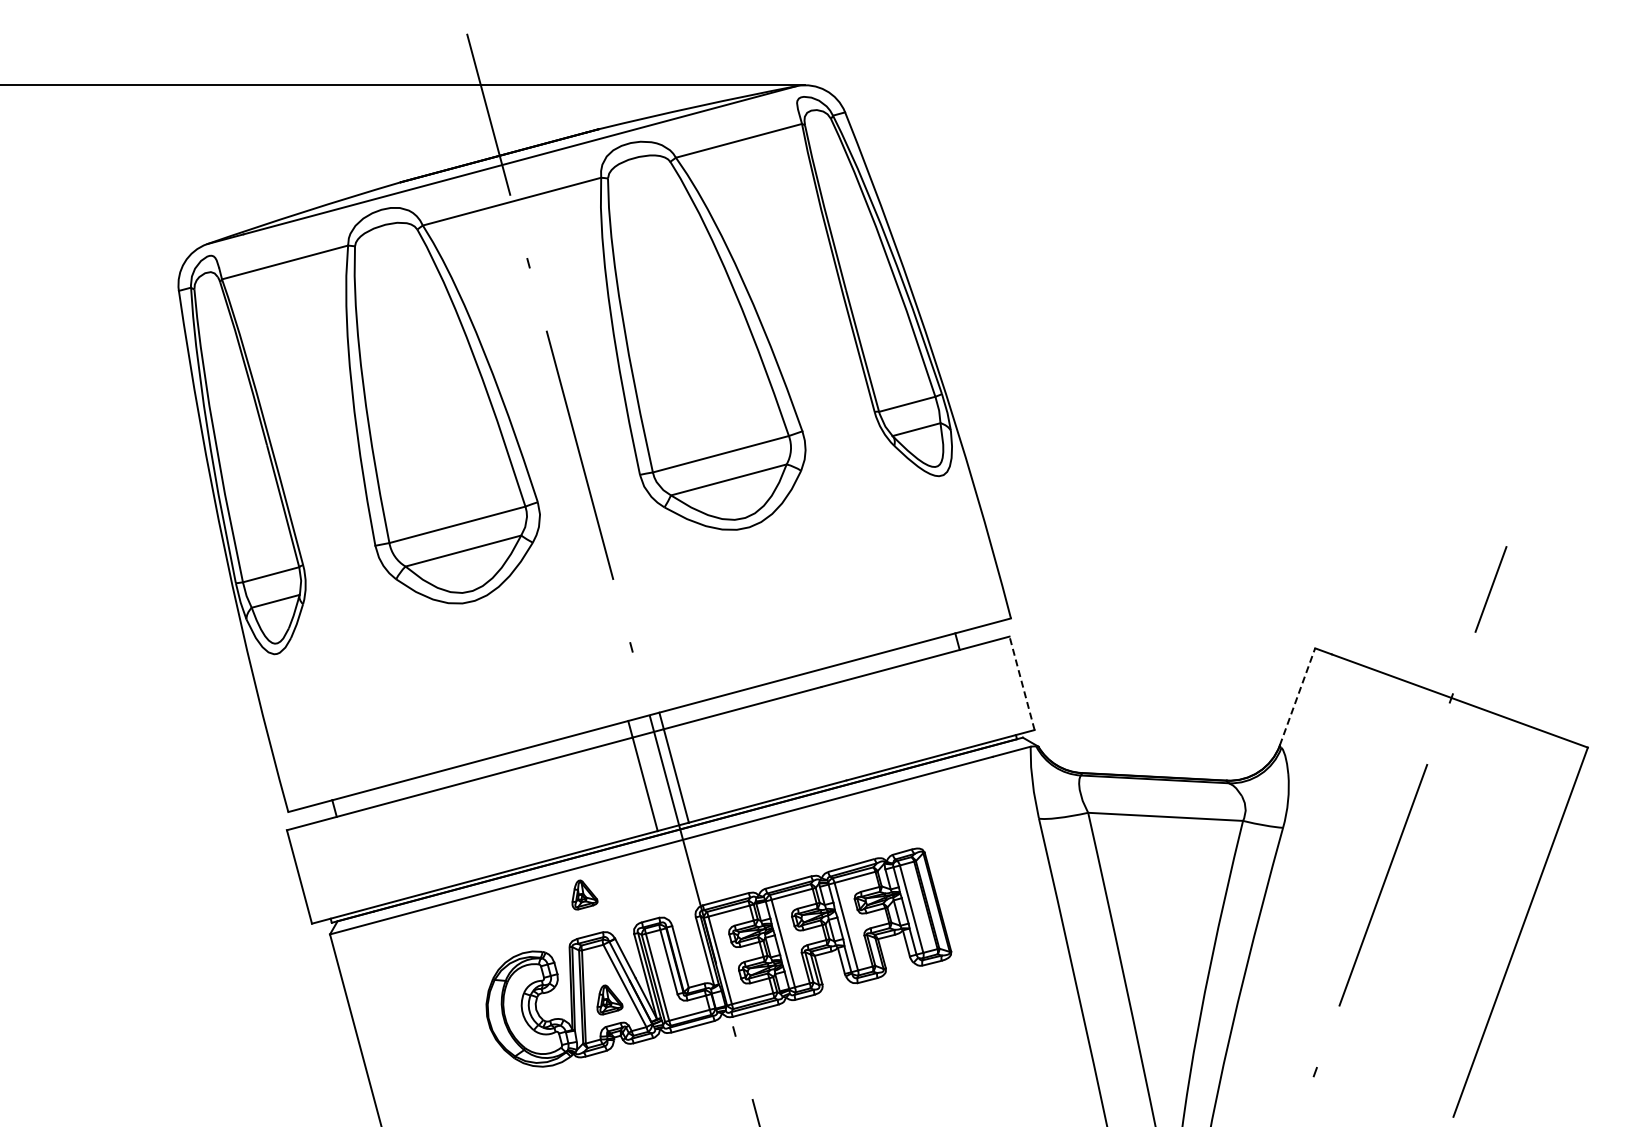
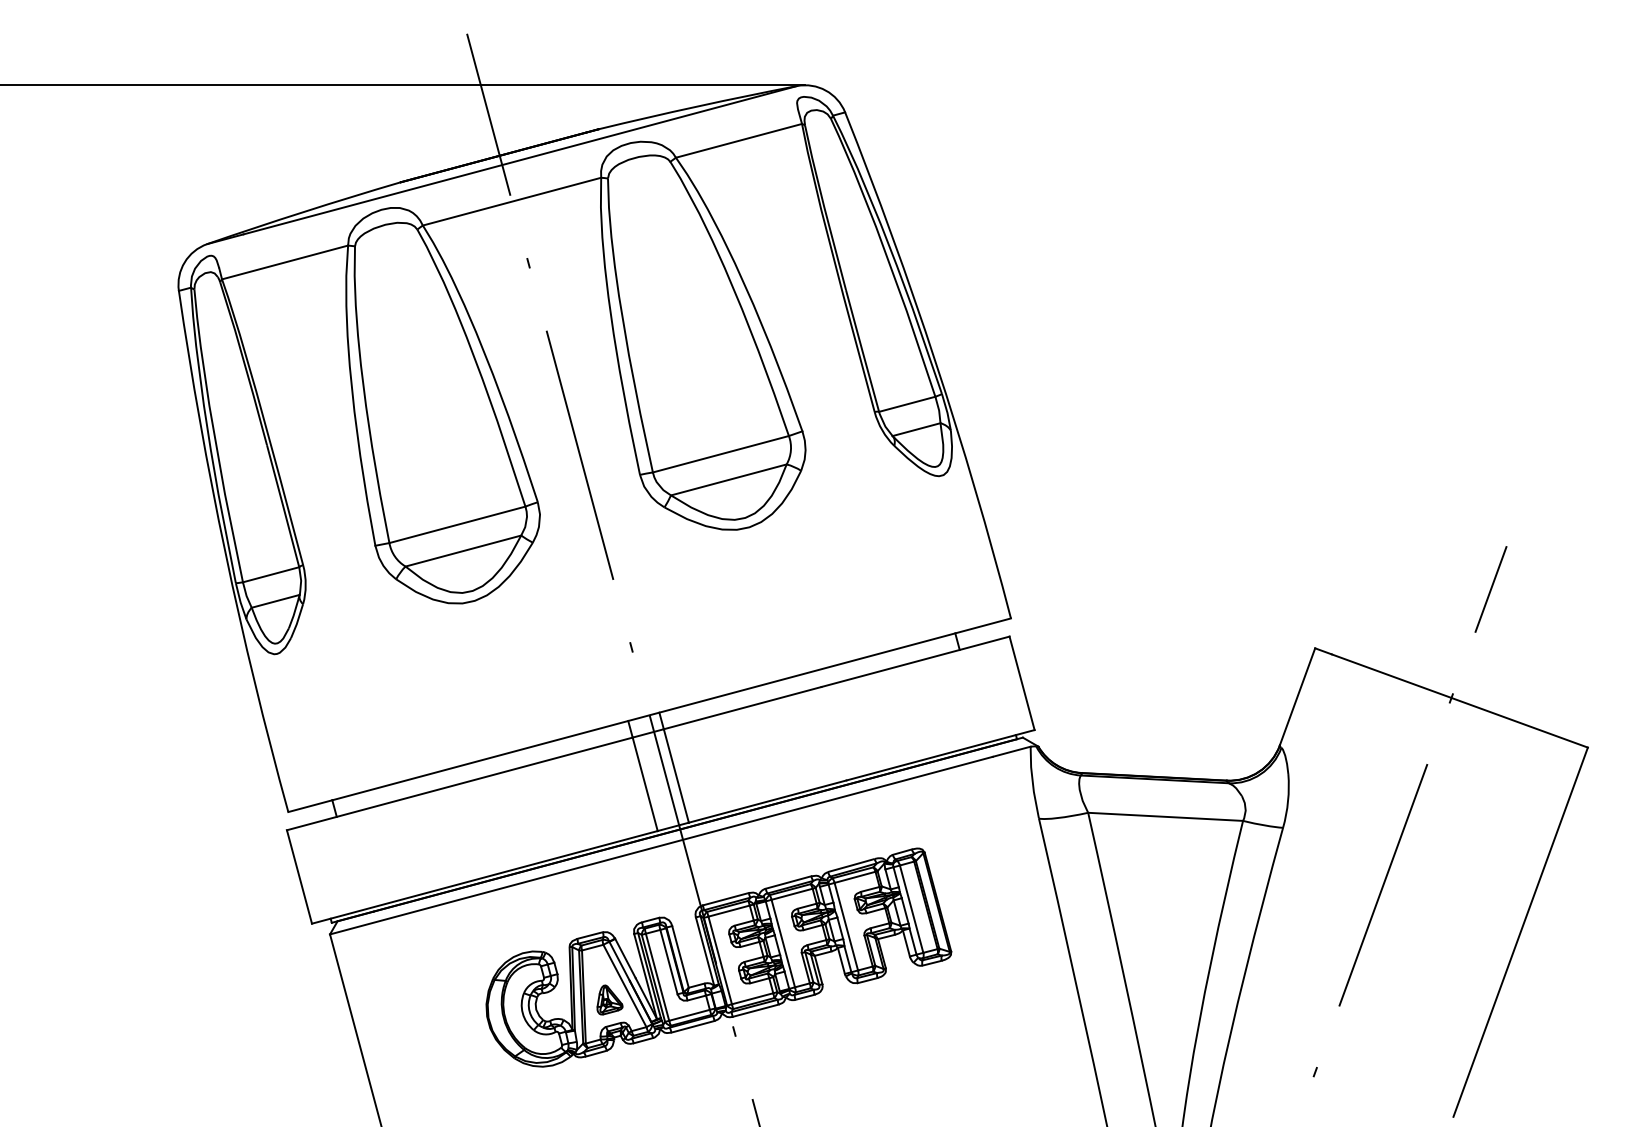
line at (1021, 682): dashed -> solid
line at (1297, 696): dashed -> solid
part at (584, 894): present -> none
